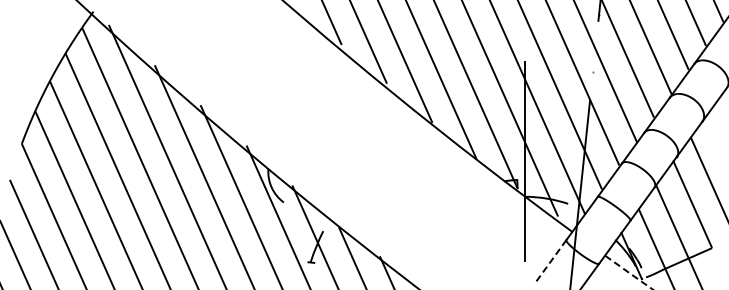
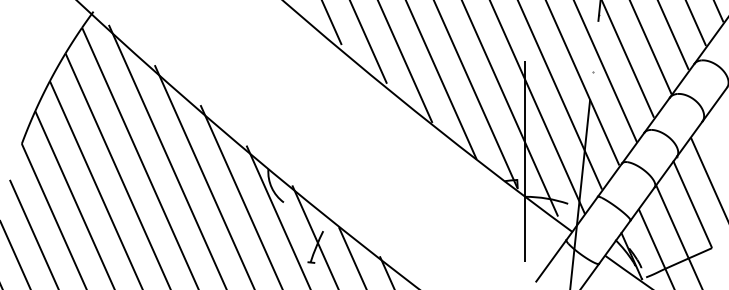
line at (551, 260): dashed -> solid
arc at (629, 273): dashed -> solid
